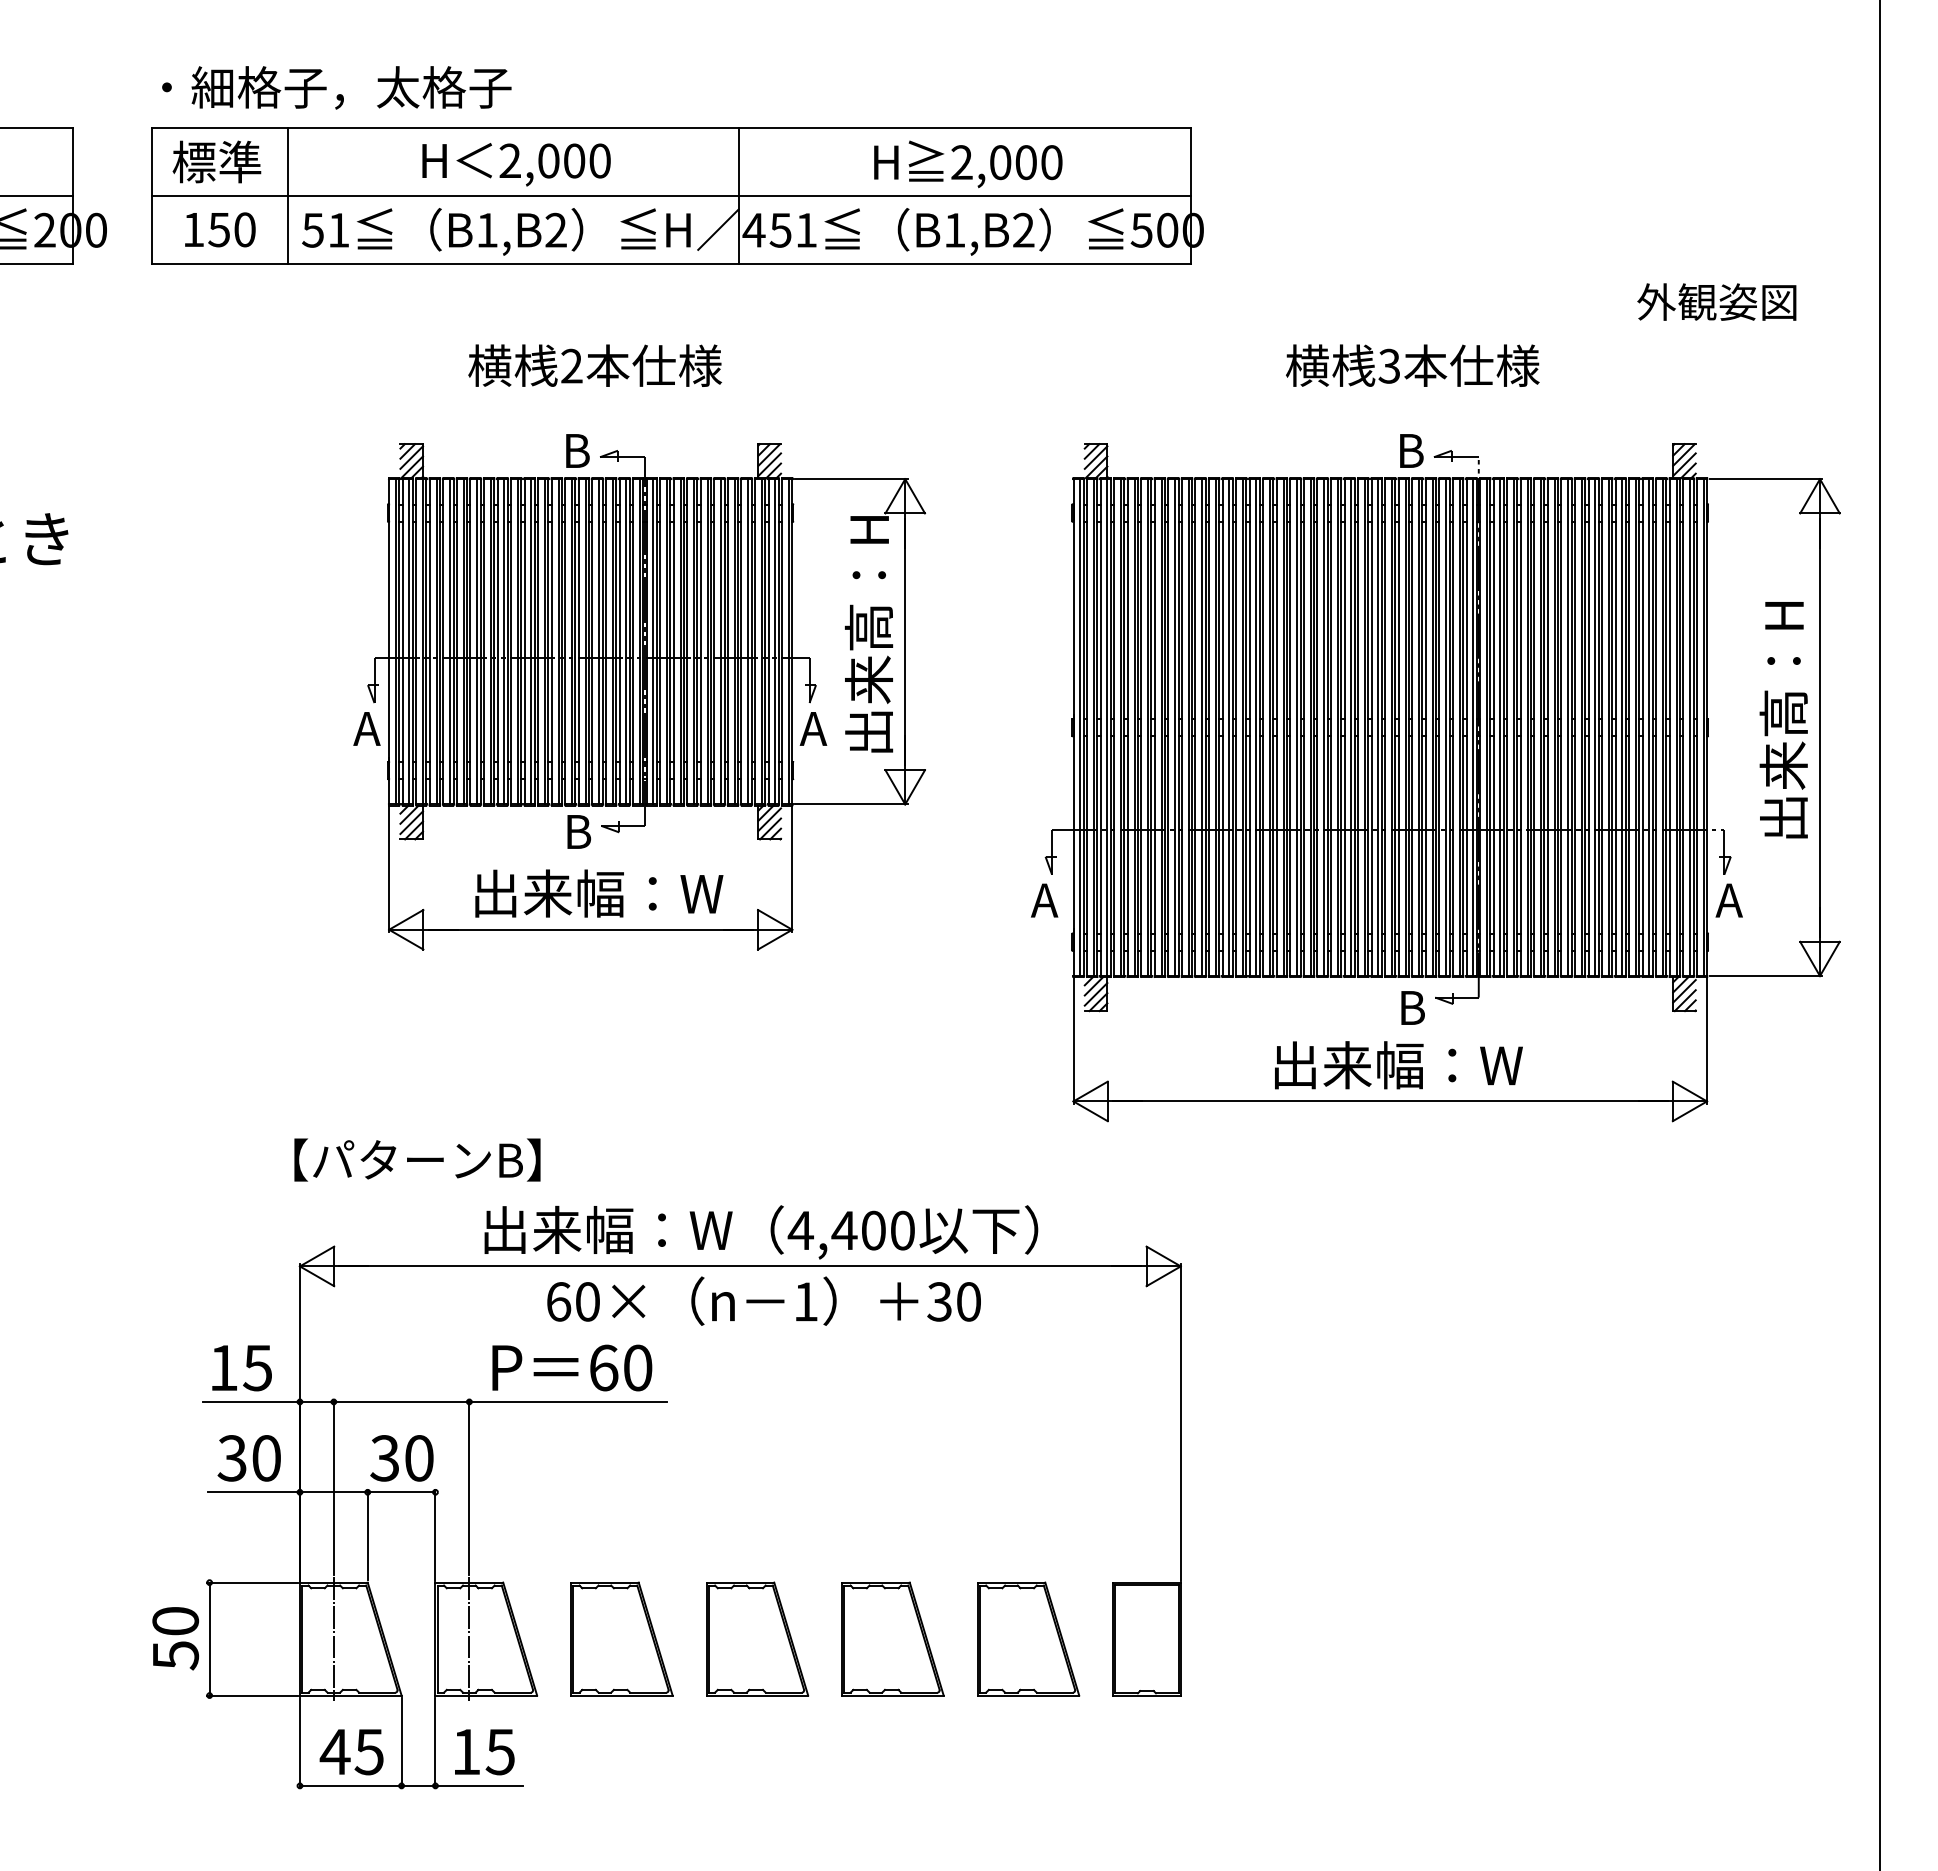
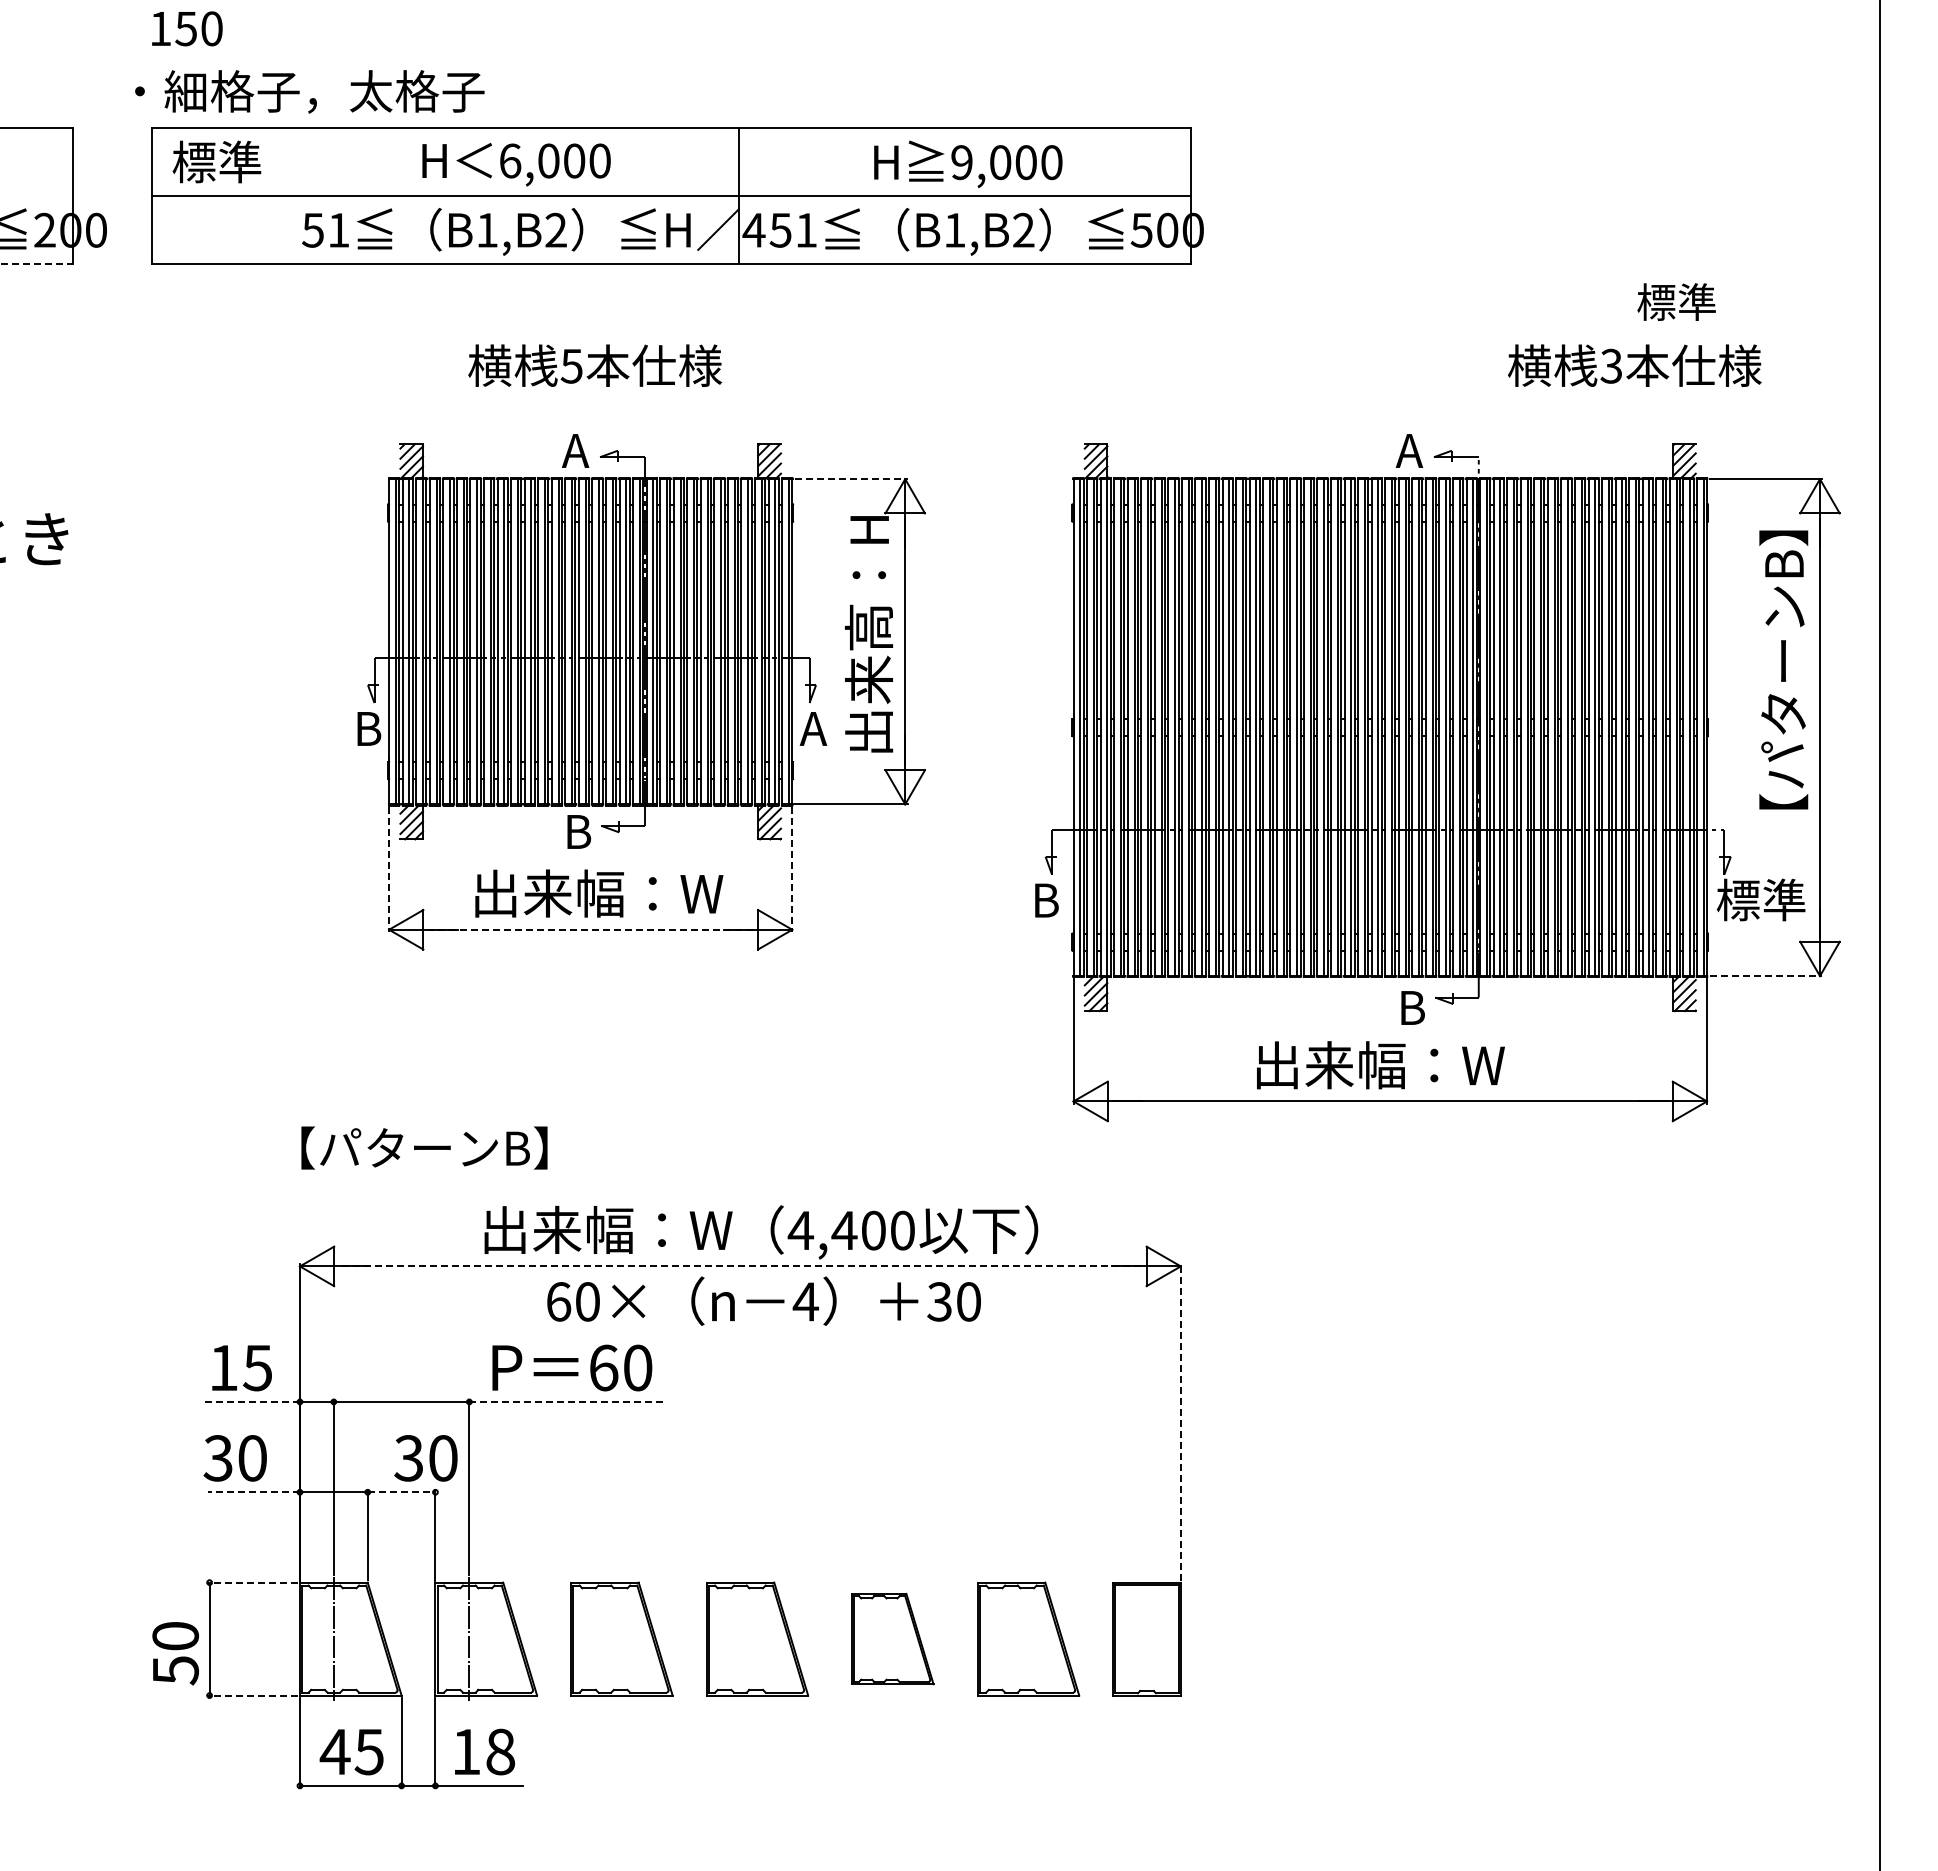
text at (336, 87) position: (336, 87) -> (309, 91)
text at (510, 160): 2,000 -> 6,000
text at (961, 162): 2,000 -> 9,000
line at (287, 195): present -> none
line at (37, 196): present -> none
text at (220, 229) position: (220, 229) -> (187, 28)
line at (36, 263): solid -> dashed
text at (1716, 301): 外観姿図 -> 標準
text at (571, 365): 2 -> 5
text at (1412, 365) position: (1412, 365) -> (1634, 365)
text at (575, 450): B -> A
text at (1409, 450): B -> A
line at (851, 479): solid -> dashed
text at (1783, 684): 出来高：H -> 【パターンB】
text at (367, 728): A -> B
line at (389, 869): solid -> dashed
line at (792, 869): solid -> dashed
text at (1760, 899): A -> 標準
text at (1044, 900): A -> B
line at (590, 929): solid -> dashed
line at (1766, 976): solid -> dashed
text at (1398, 1065) position: (1398, 1065) -> (1380, 1065)
text at (417, 1159) position: (417, 1159) -> (424, 1147)
line at (740, 1266): solid -> dashed
text at (805, 1301): 1 -> 4
line at (251, 1401): solid -> dashed
line at (568, 1401): solid -> dashed
line at (1180, 1422): solid -> dashed
text at (248, 1458) position: (248, 1458) -> (234, 1458)
text at (401, 1458) position: (401, 1458) -> (425, 1458)
line at (253, 1492): solid -> dashed
line at (401, 1492): solid -> dashed
line at (252, 1582): solid -> dashed
text at (175, 1638) position: (175, 1638) -> (175, 1653)
part at (892, 1638) size: 104x116 px -> 84x93 px
line at (252, 1695): solid -> dashed
text at (500, 1751): 15 -> 18
